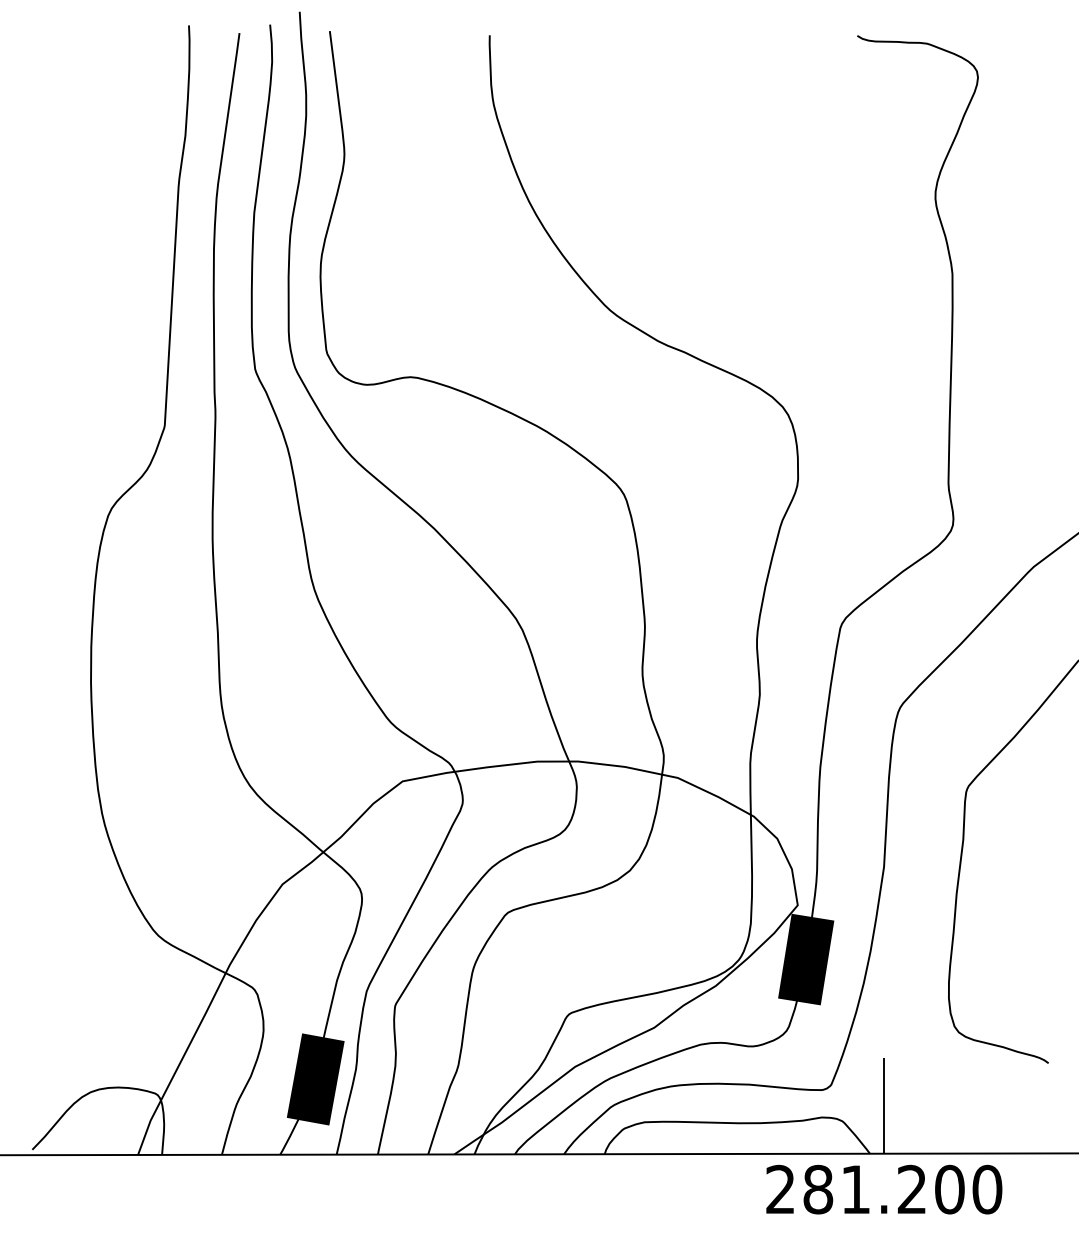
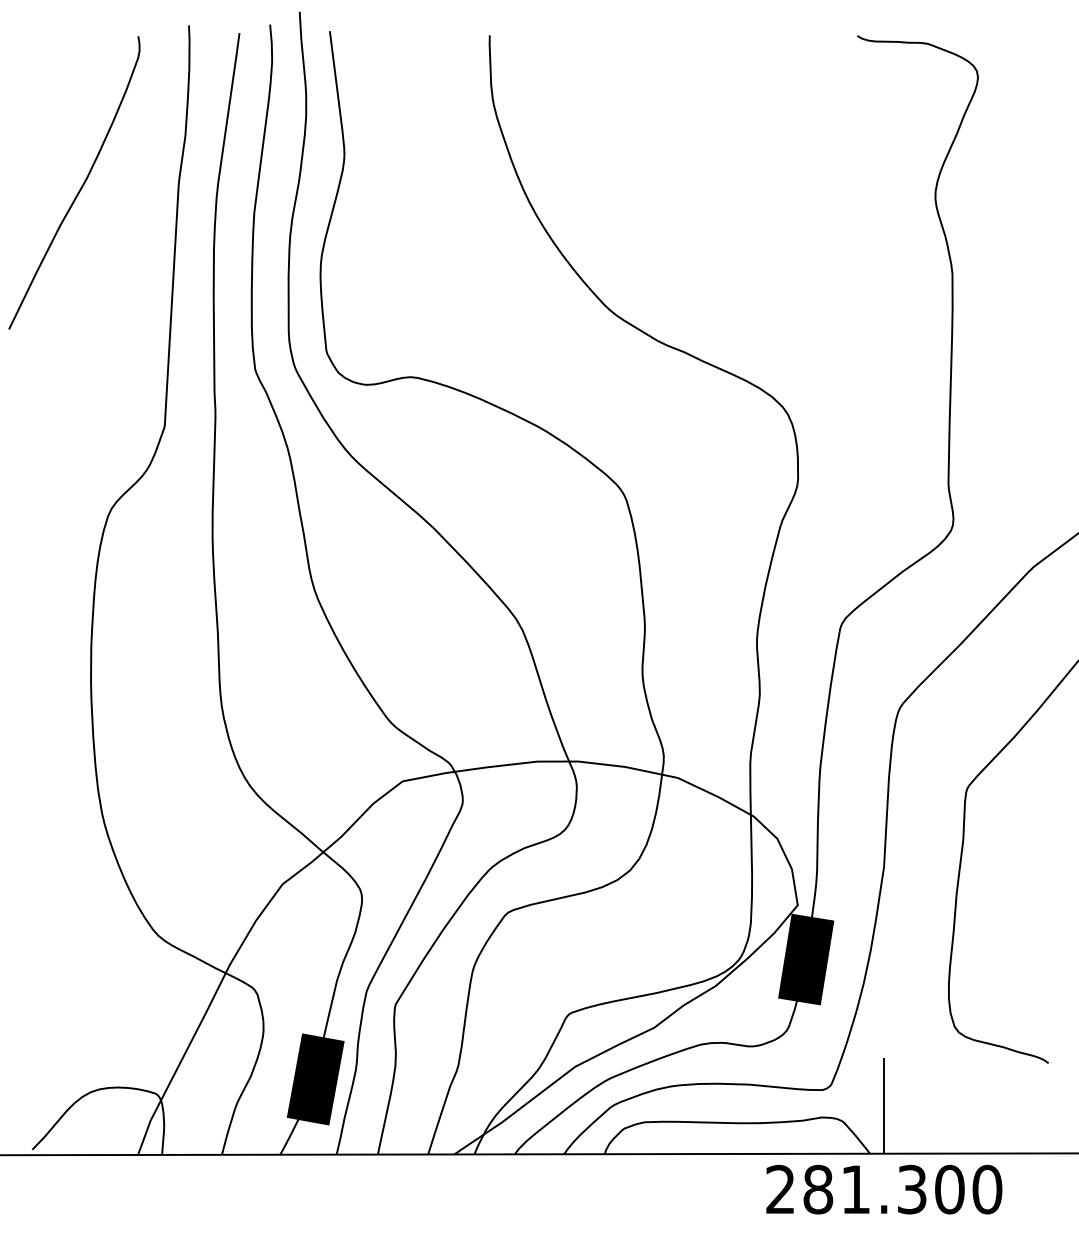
curve at (81, 185): none -> present
text at (911, 1189): 281.200 -> 281.300
